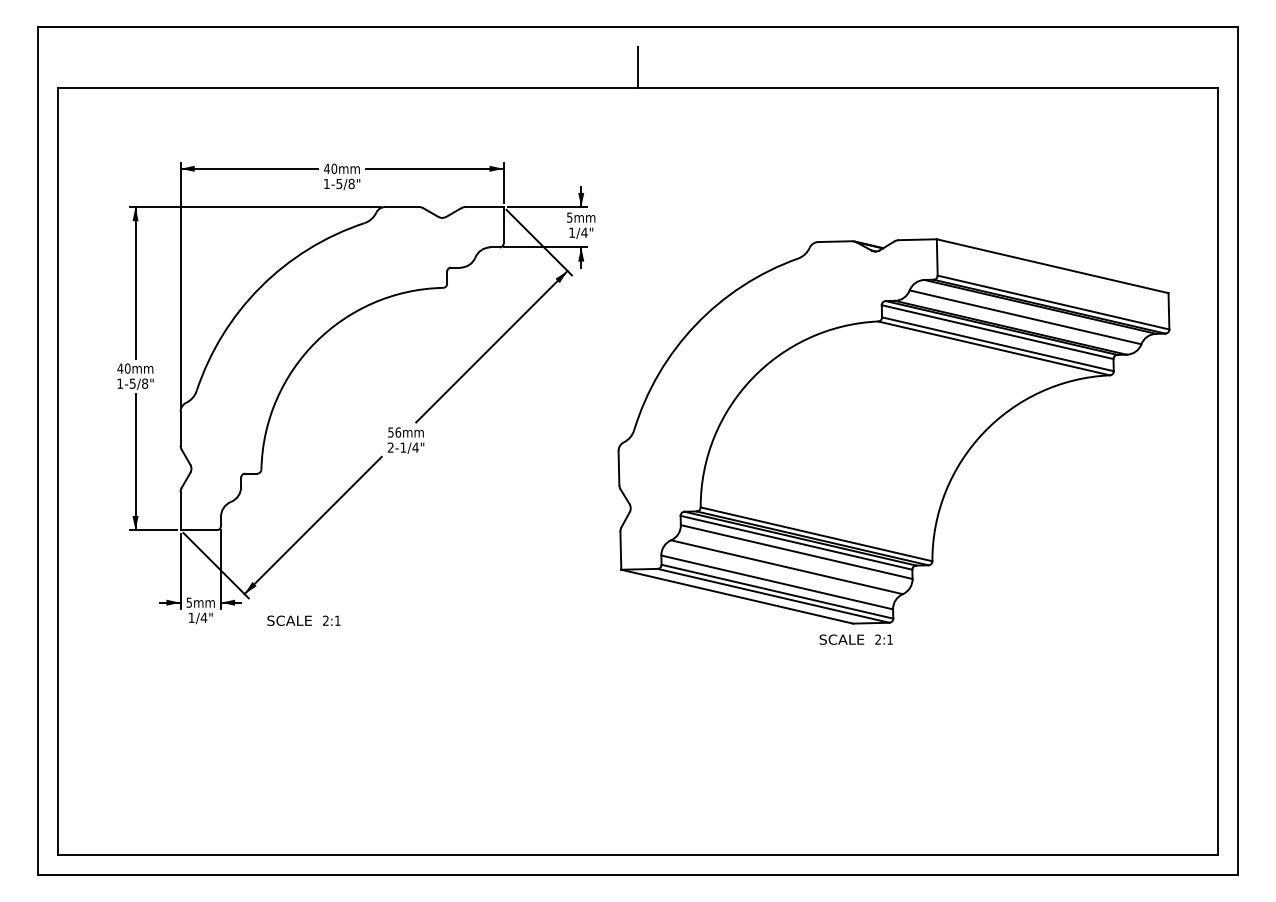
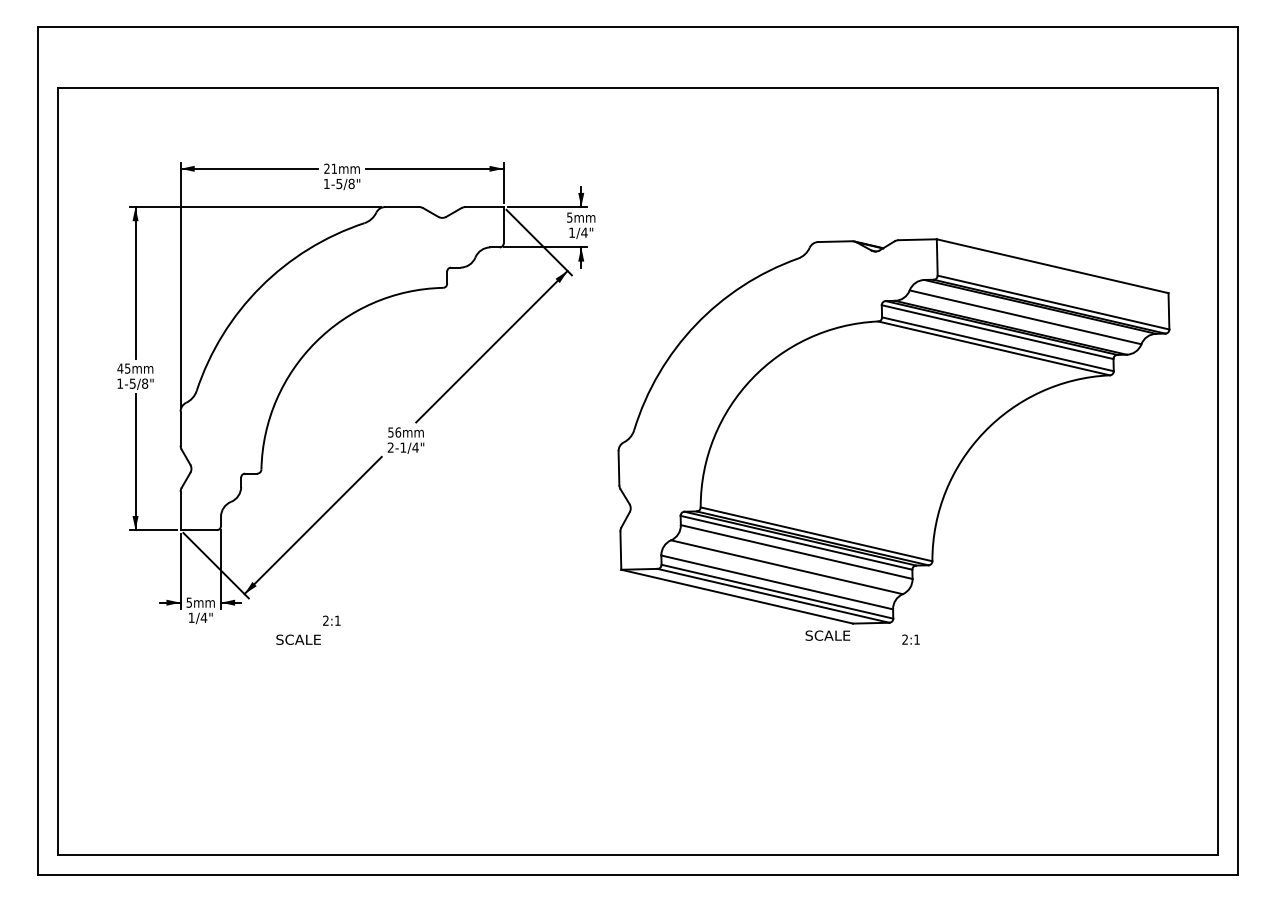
line at (638, 67): present -> none
text at (330, 168): 40 -> 21
text at (127, 368): 40 -> 45
text at (289, 620) position: (289, 620) -> (298, 639)
text at (841, 639) position: (841, 639) -> (827, 635)
text at (883, 639) position: (883, 639) -> (910, 639)
